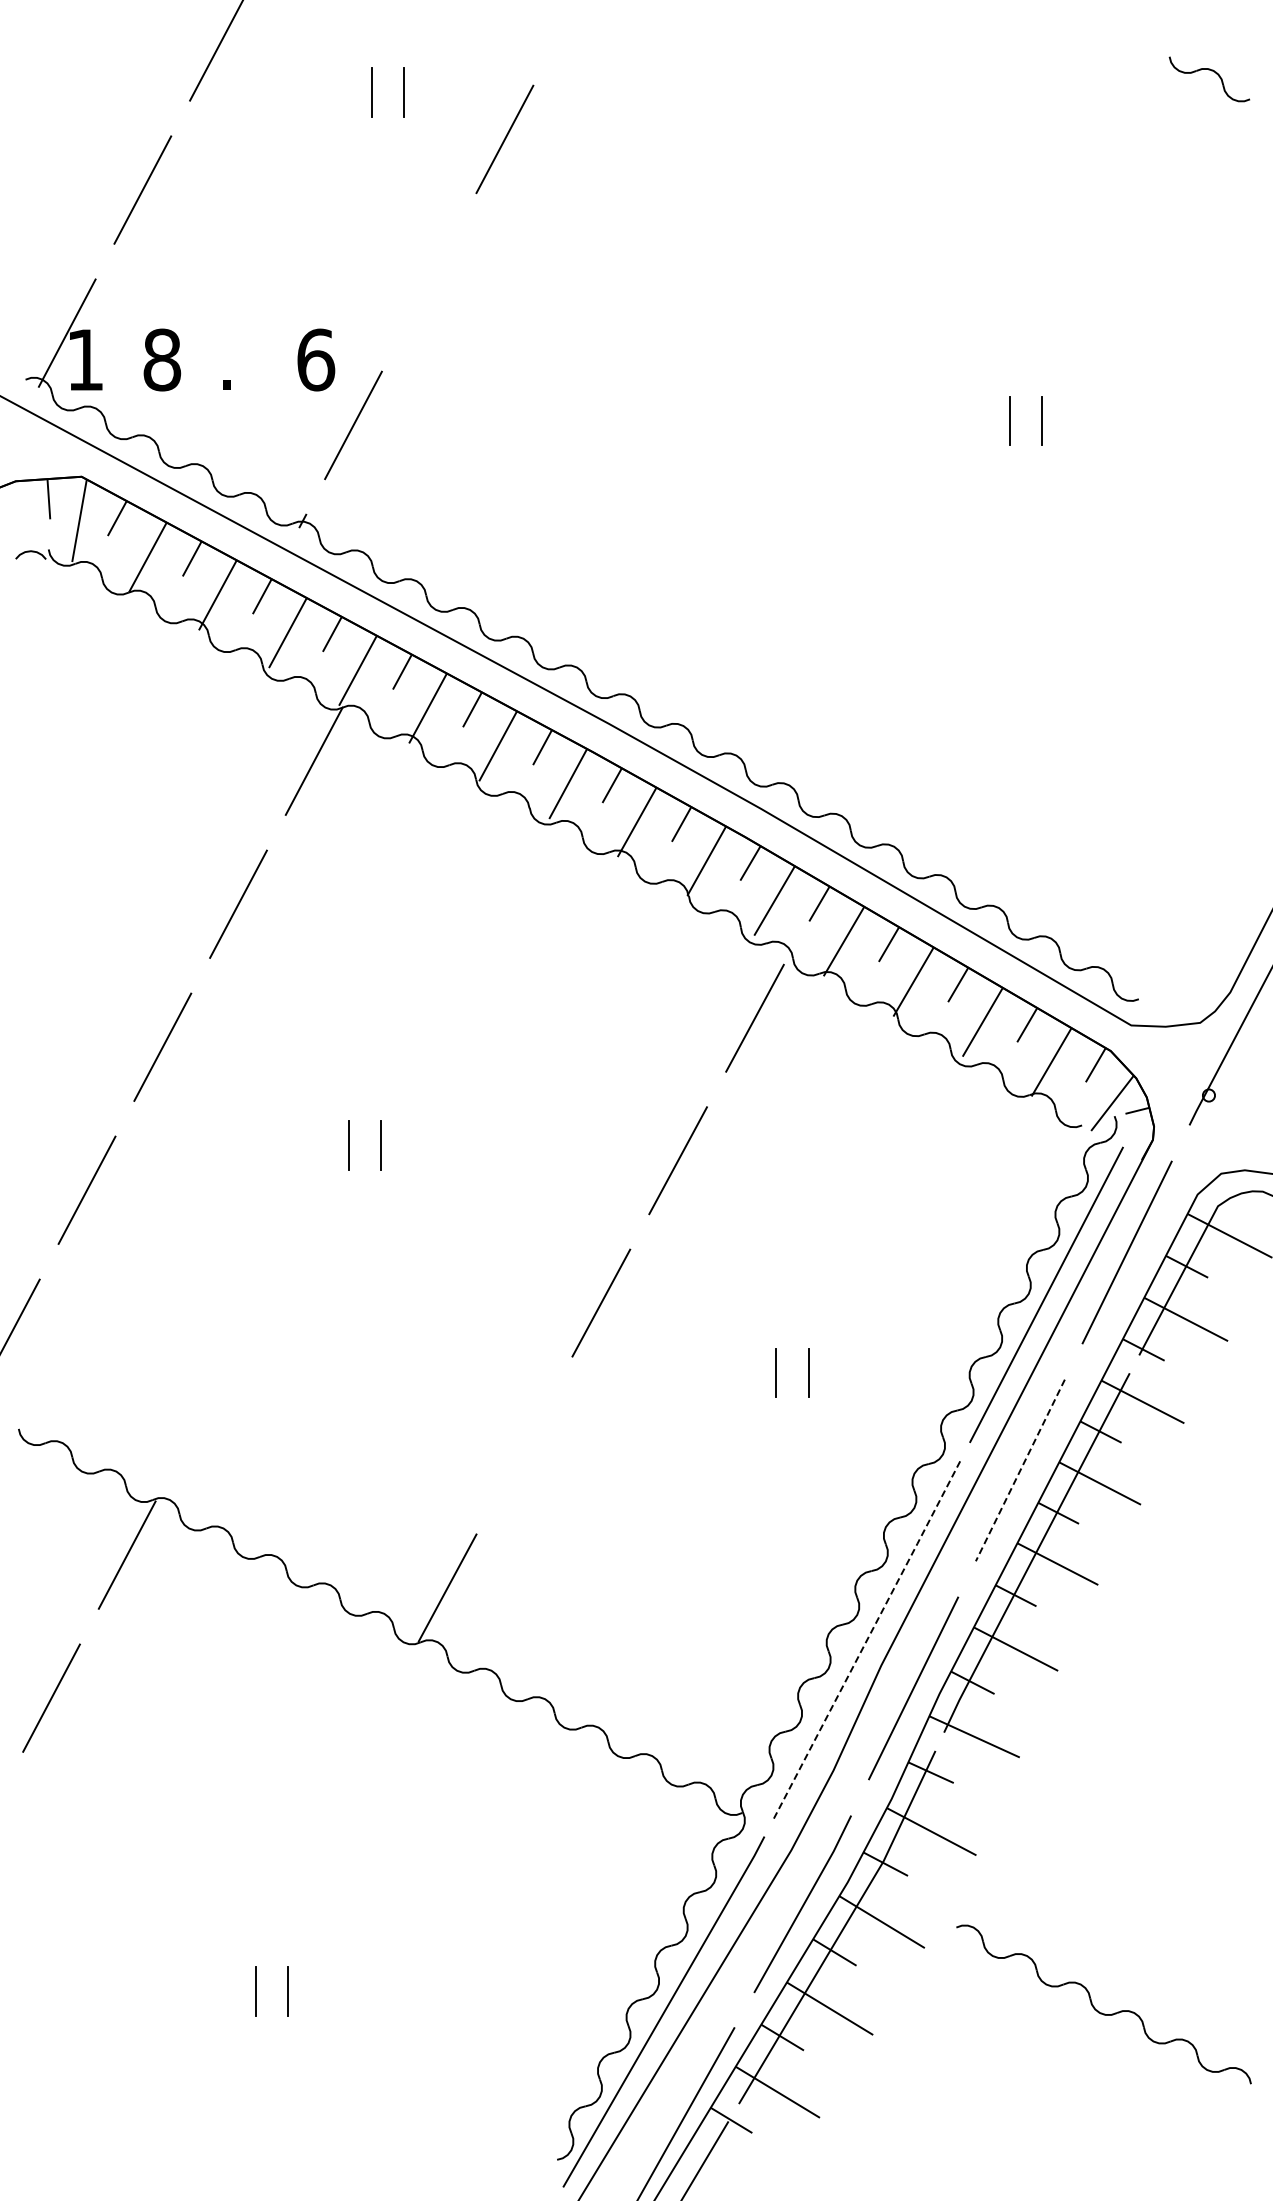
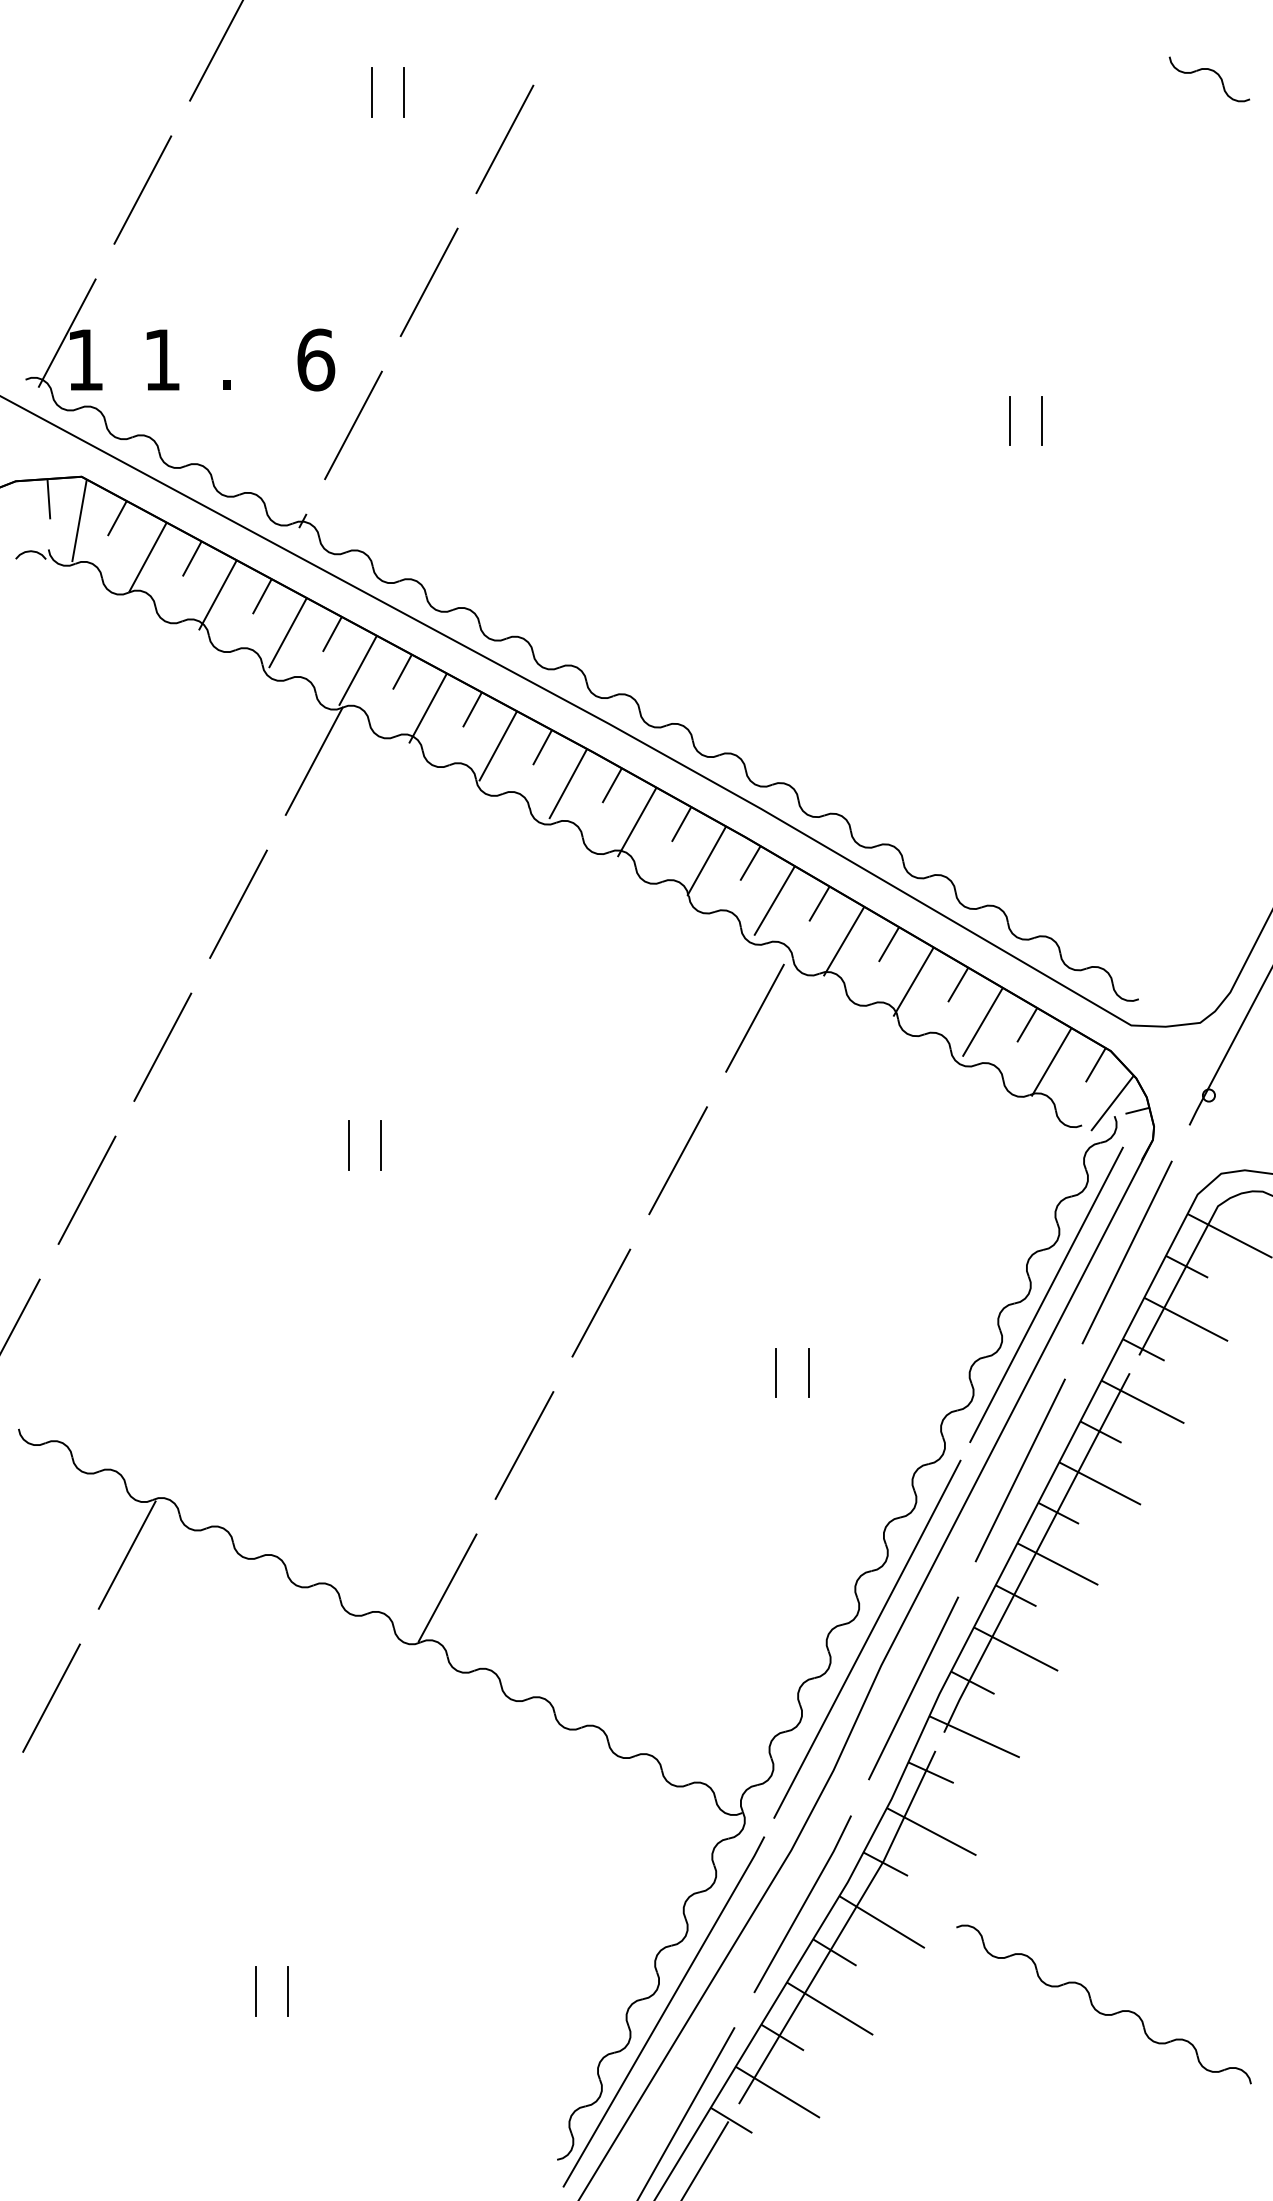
line at (428, 282): none -> present
text at (162, 359): 8 -> 1
line at (524, 1445): none -> present
line at (1020, 1470): dashed -> solid
line at (867, 1638): dashed -> solid
